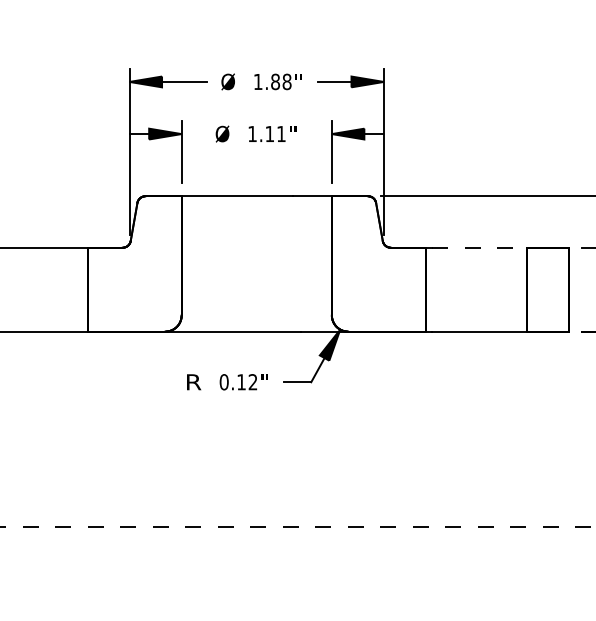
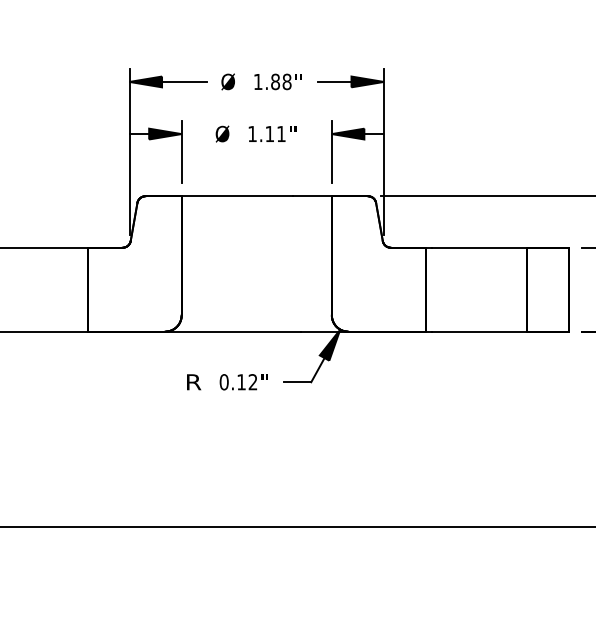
line at (479, 247): dashed -> solid
line at (298, 527): dashed -> solid
